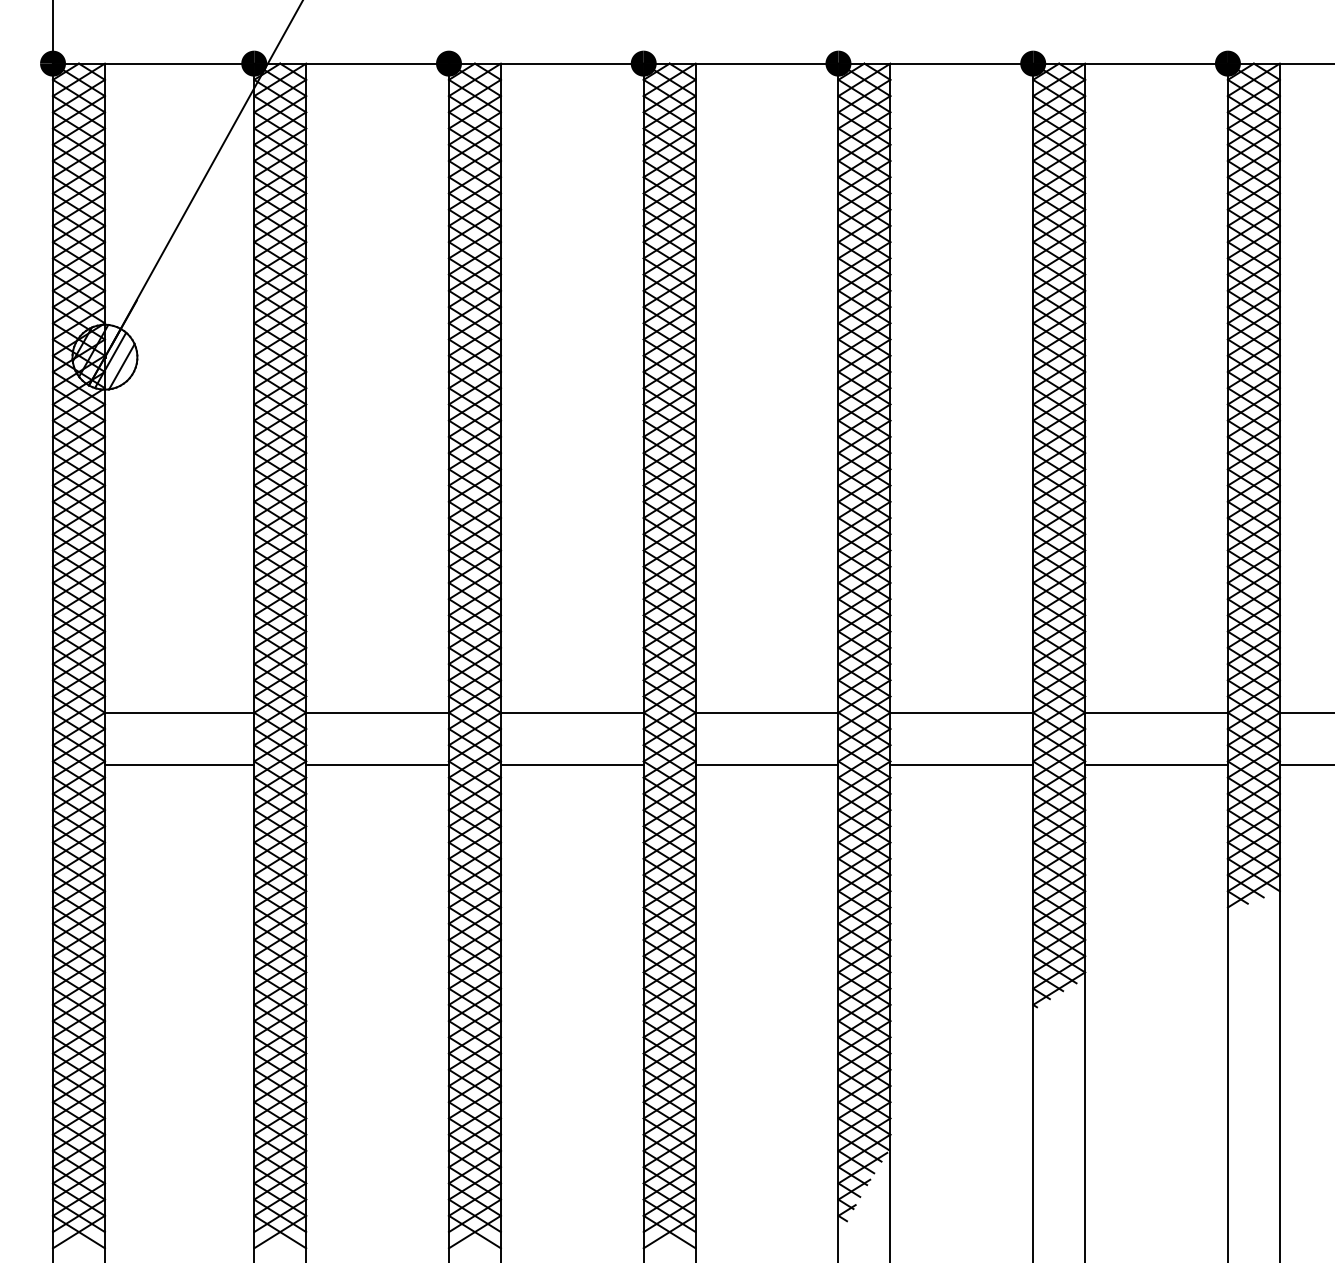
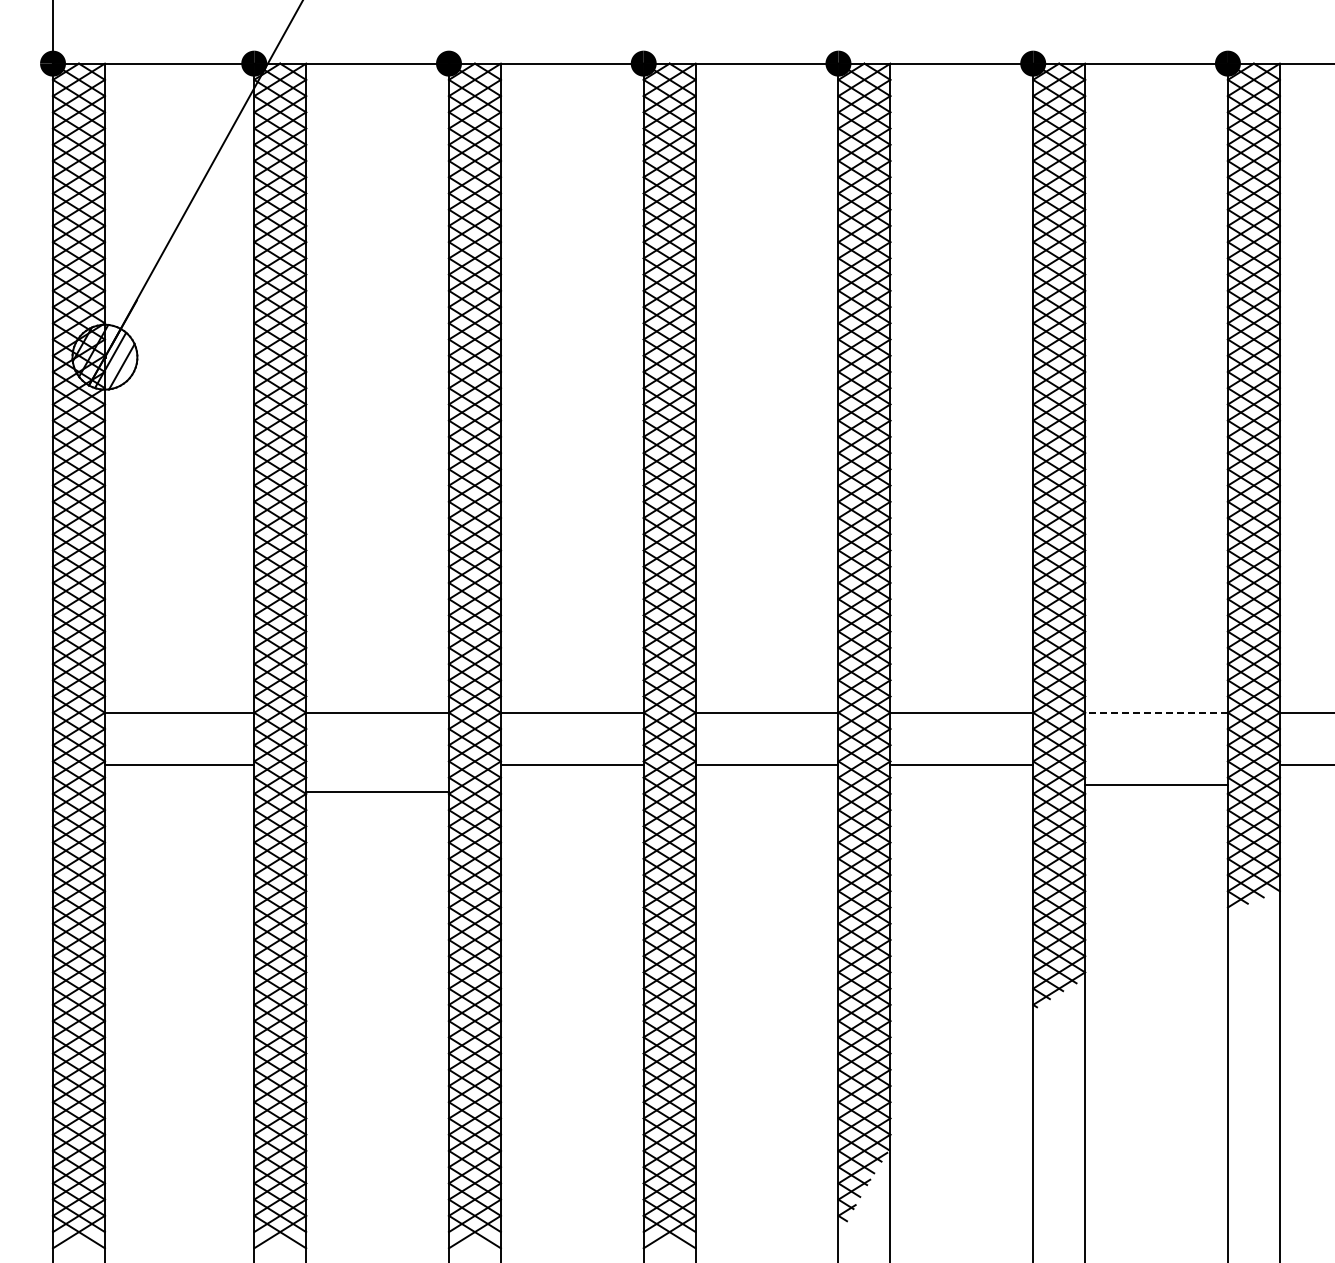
line at (1156, 712): solid -> dashed
line at (377, 764) position: (377, 764) -> (377, 791)
line at (1156, 764) position: (1156, 764) -> (1156, 784)
